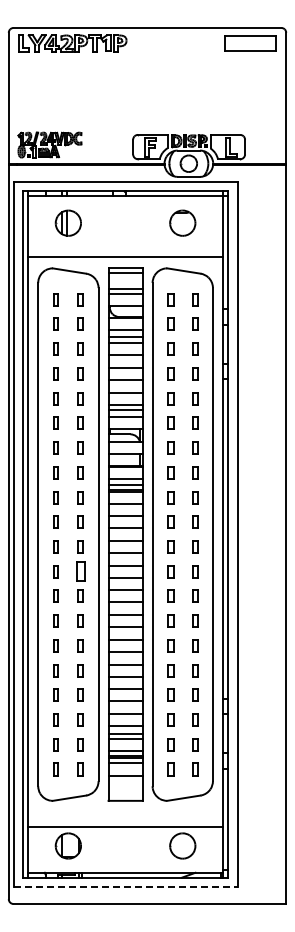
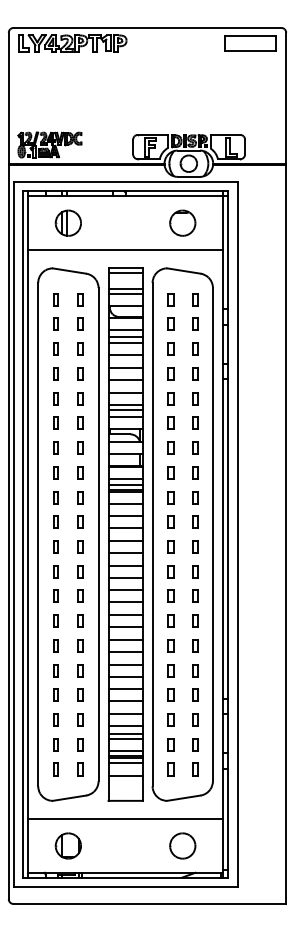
line at (125, 257) position: (125, 257) -> (125, 250)
part at (80, 571) size: 10x21 px -> 7x14 px
line at (125, 827) position: (125, 827) -> (125, 819)
line at (125, 887): dashed -> solid
